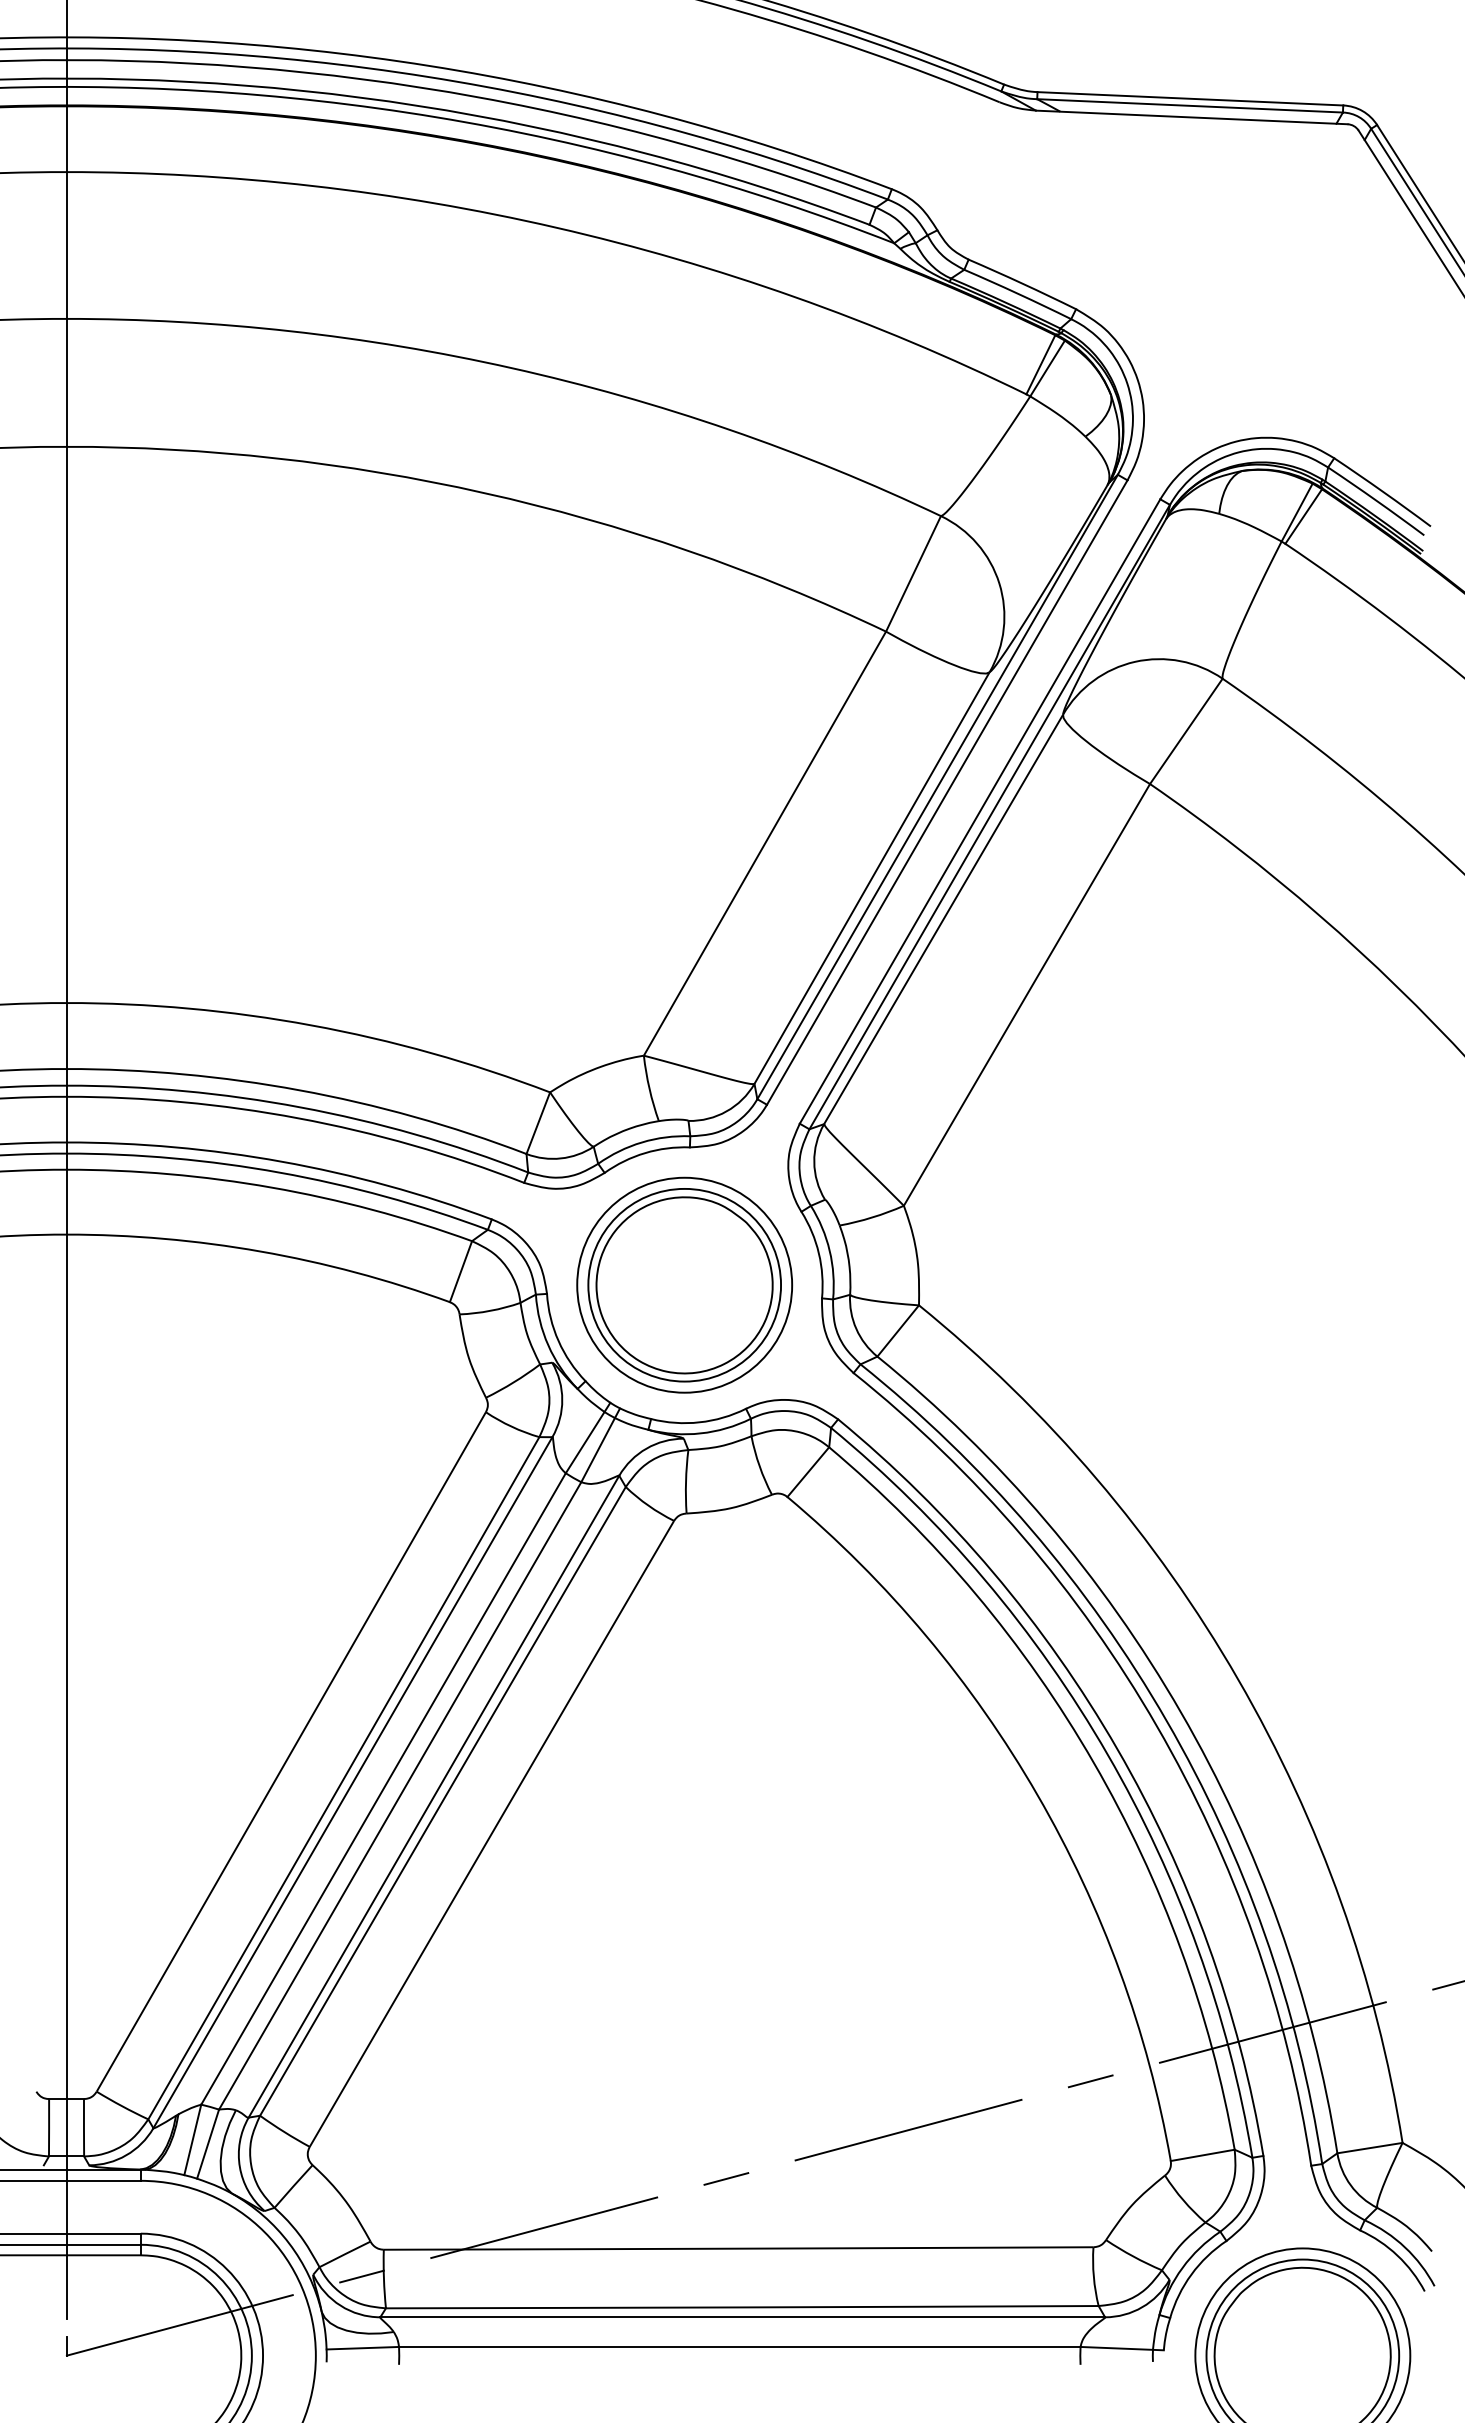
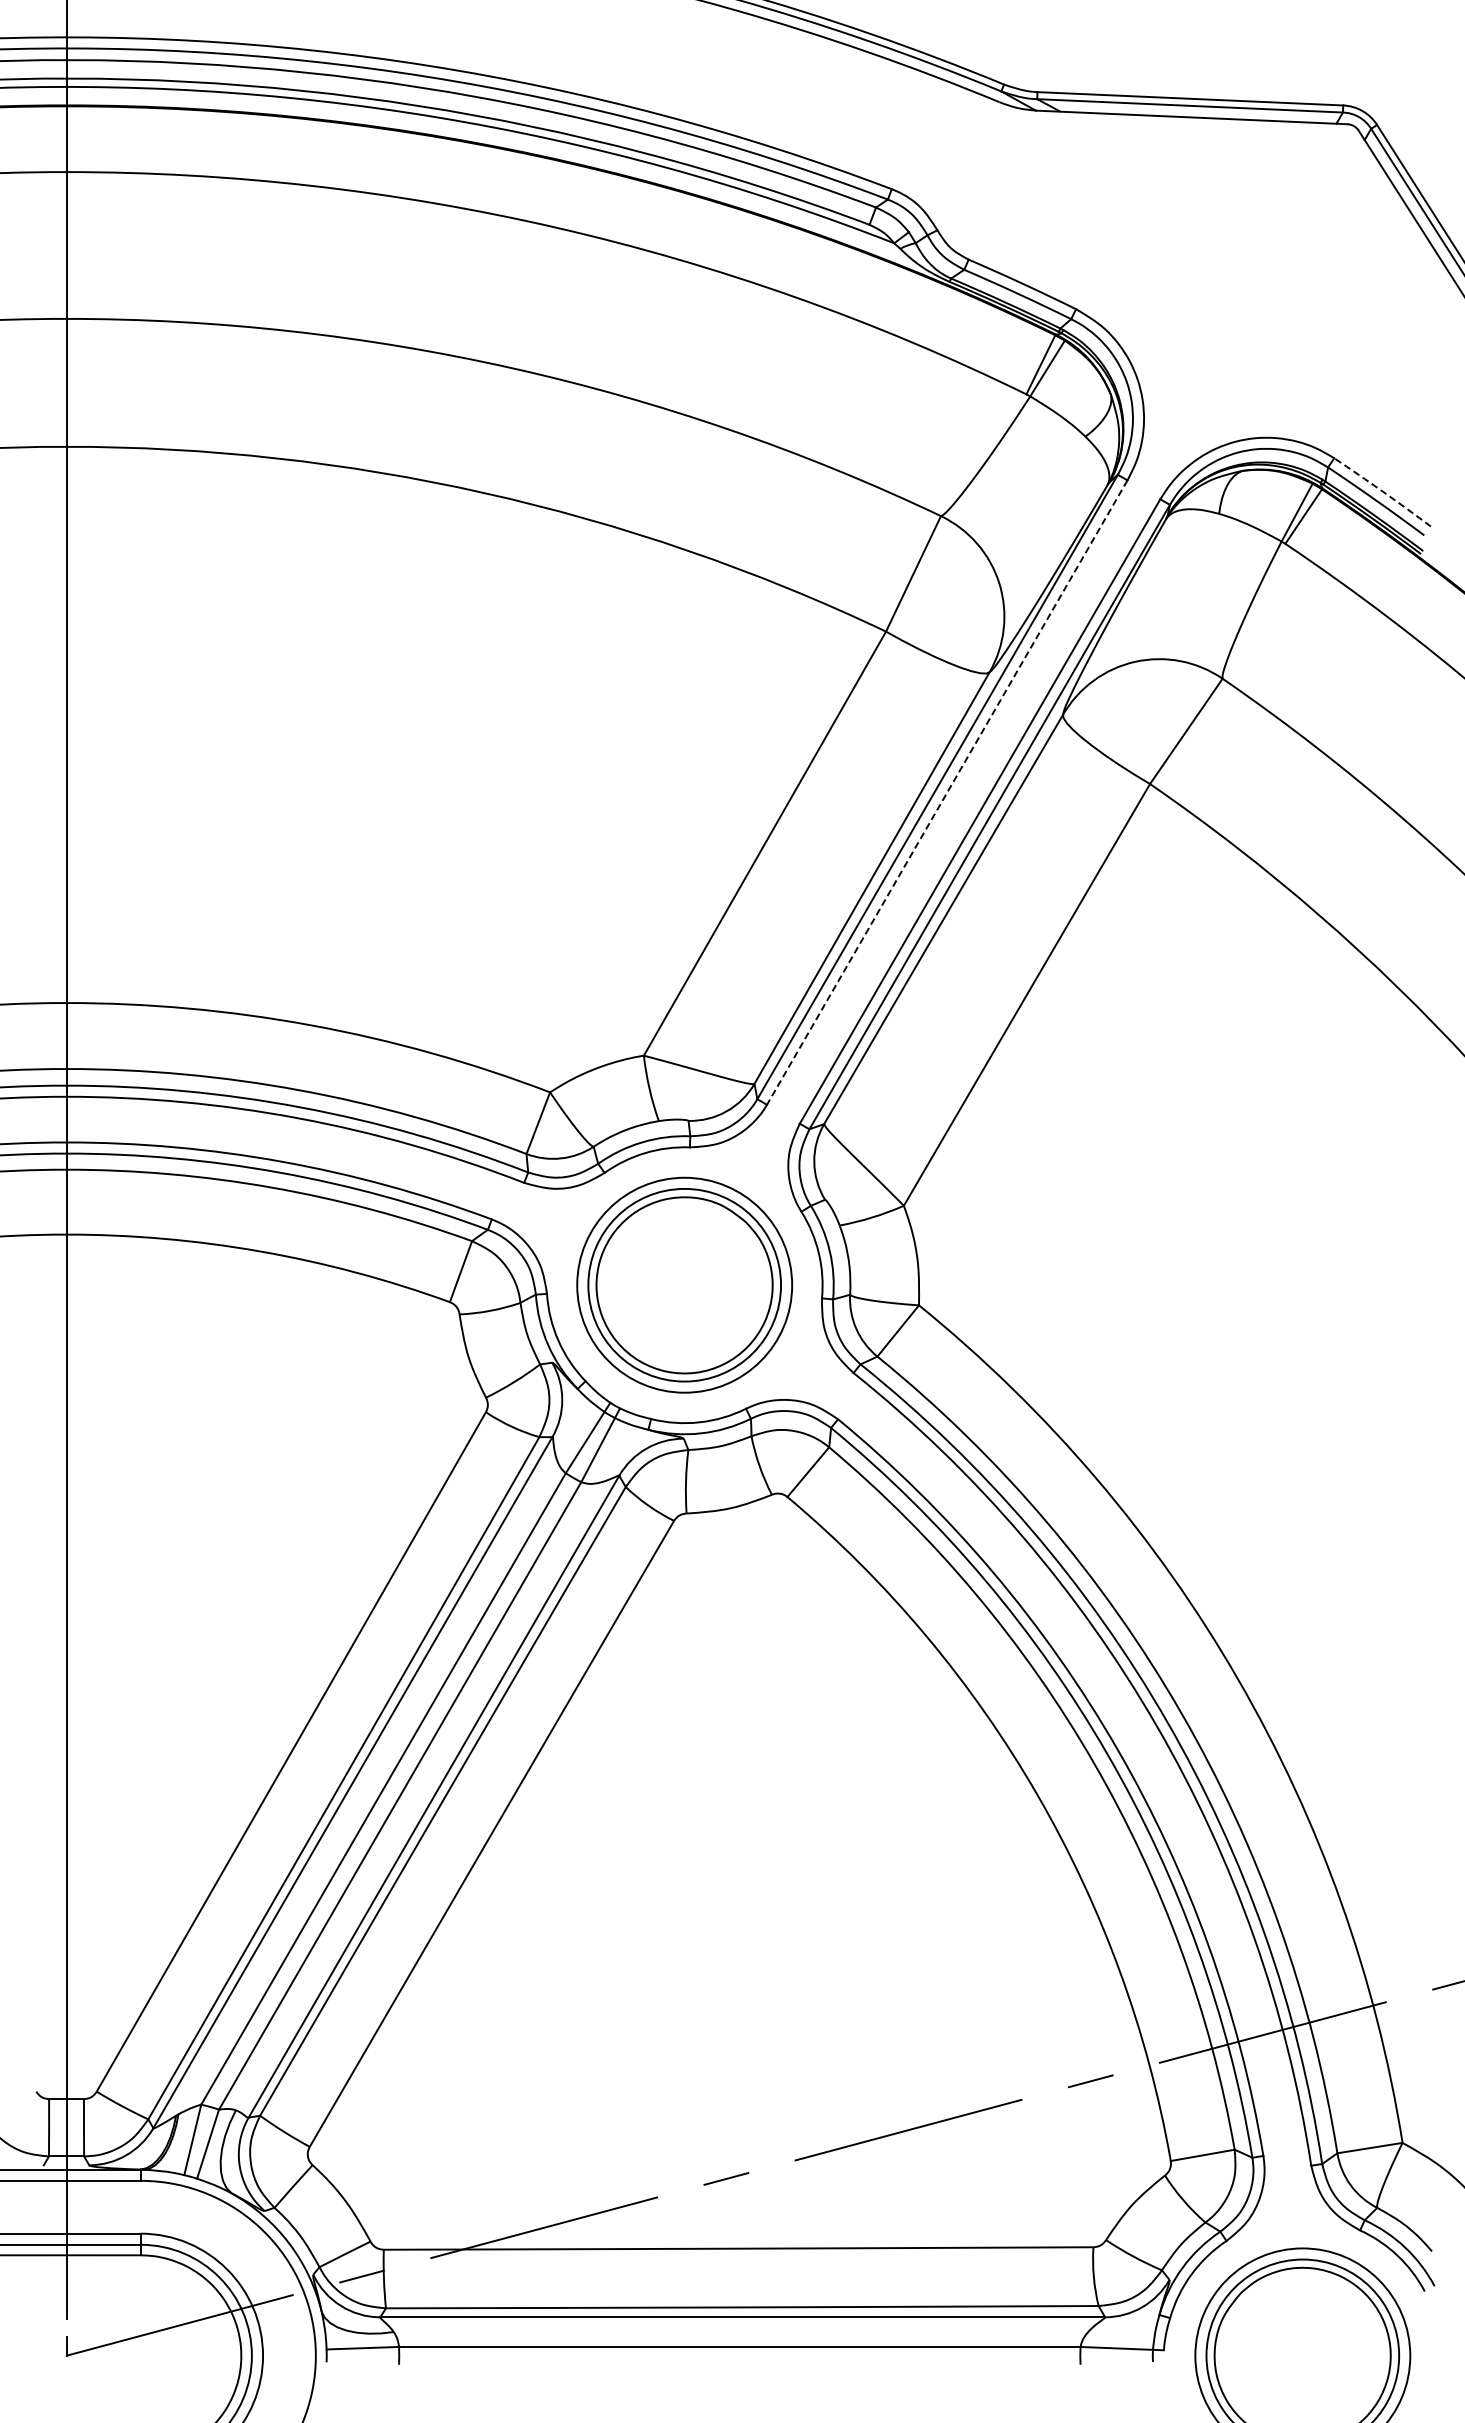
arc at (1383, 491): solid -> dashed
line at (947, 792): solid -> dashed
